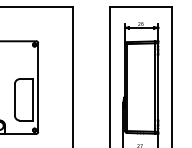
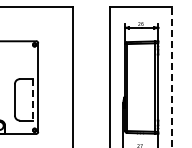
line at (171, 77): solid -> dashed
line at (32, 99): solid -> dashed
